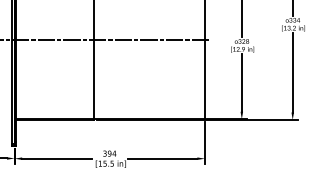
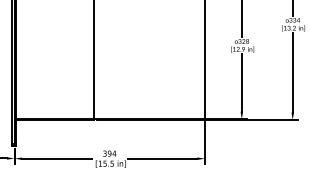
line at (105, 40): present -> none
